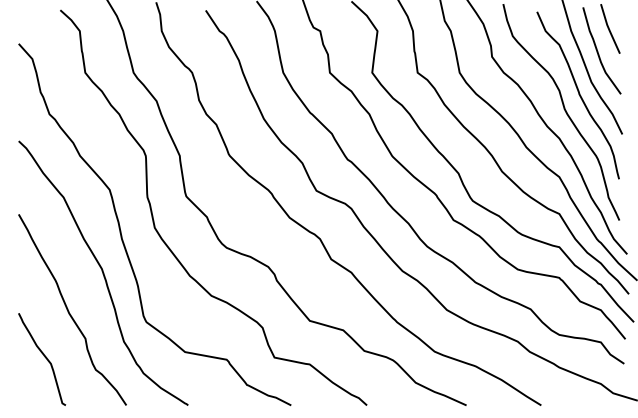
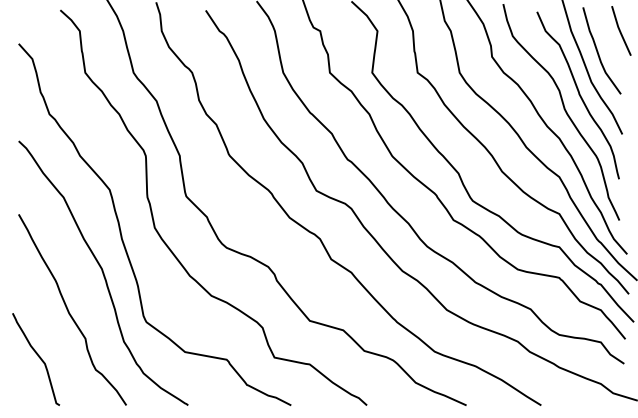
line at (609, 28) position: (609, 28) -> (620, 30)
curve at (44, 357) position: (44, 357) -> (38, 357)
